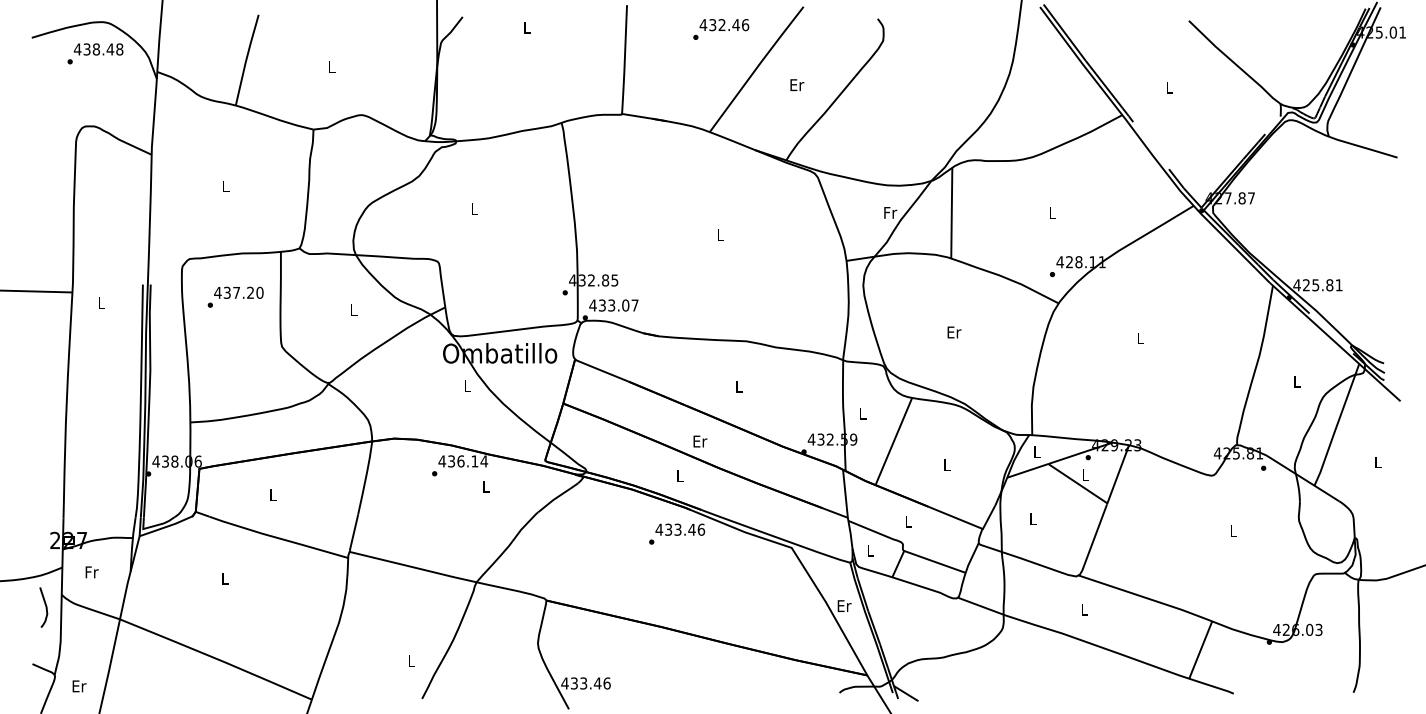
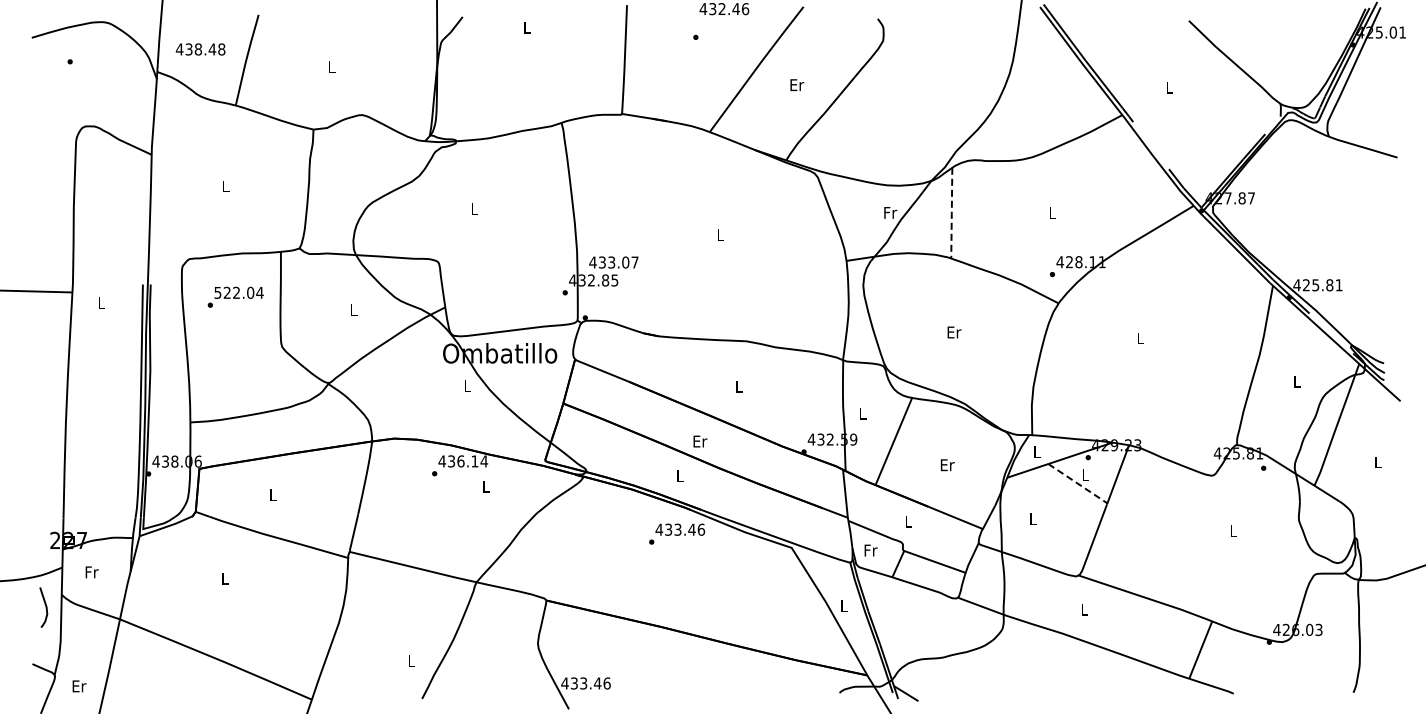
text at (724, 25) position: (724, 25) -> (724, 9)
text at (98, 49) position: (98, 49) -> (200, 49)
line at (951, 213): solid -> dashed
text at (238, 292): 437.20 -> 522.04
text at (613, 305) position: (613, 305) -> (613, 262)
text at (947, 465): L -> Er
line at (1078, 483): solid -> dashed
text at (870, 550): L -> Fr
text at (844, 605): Er -> L
